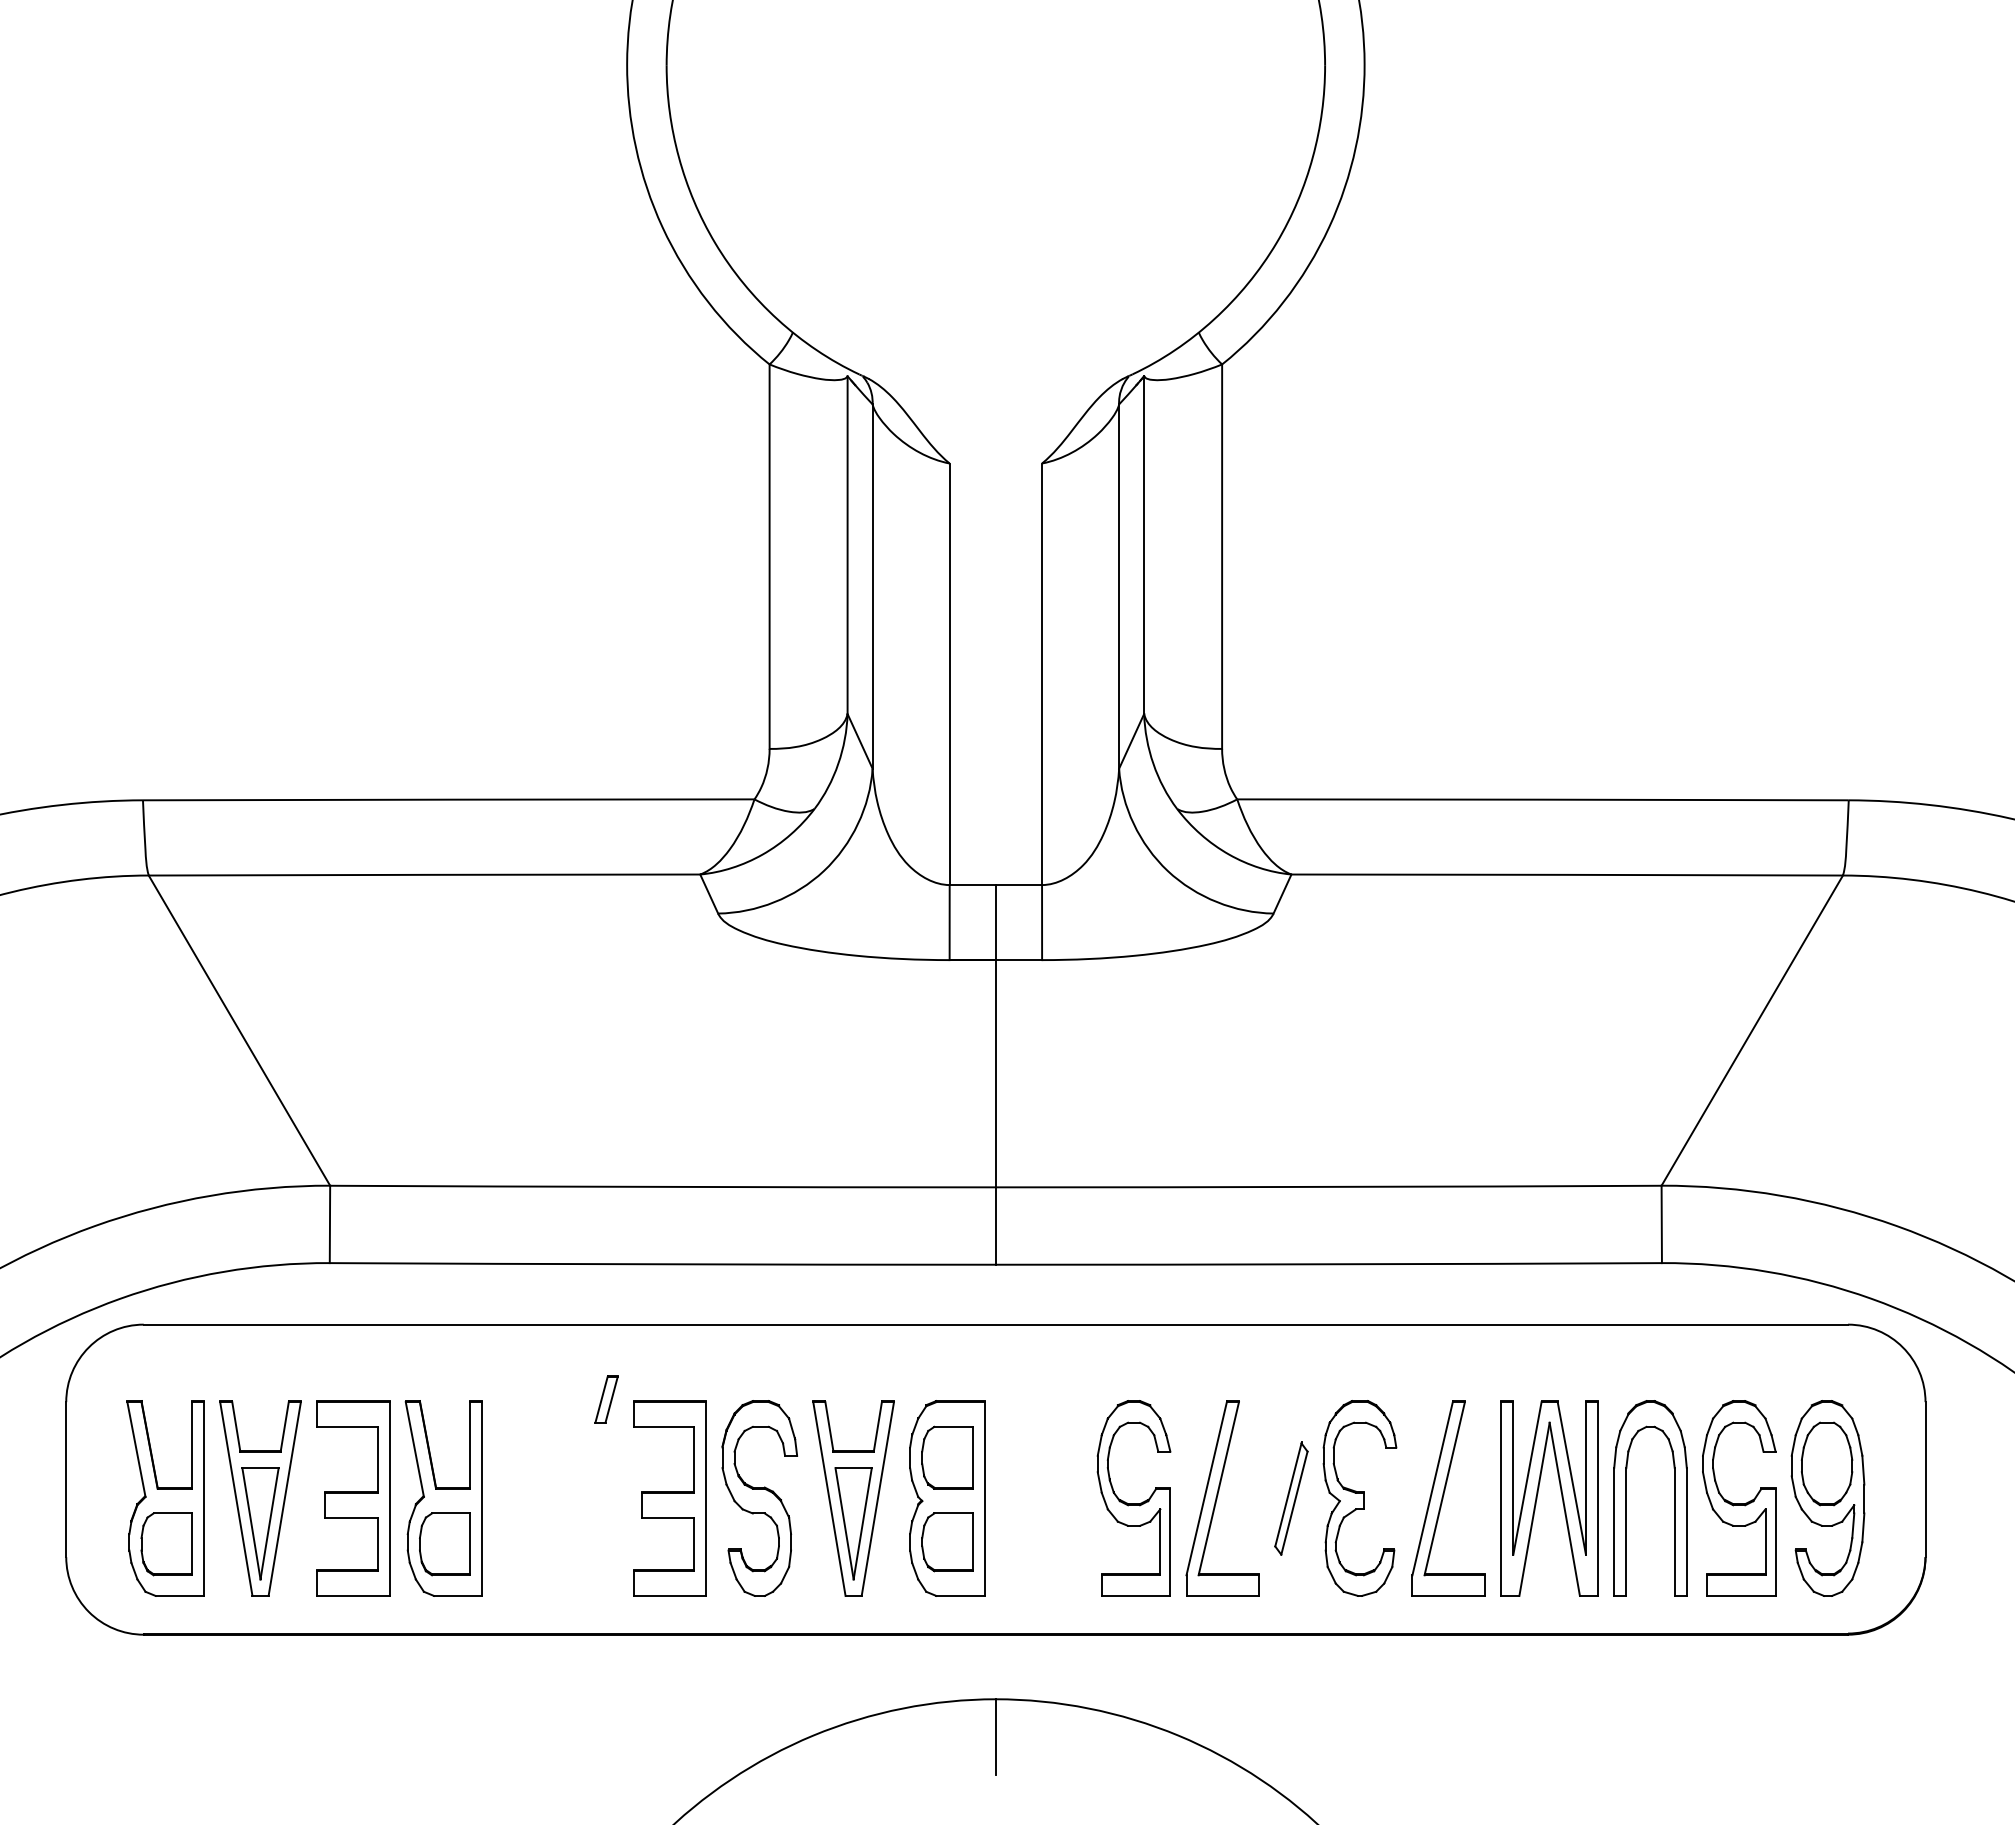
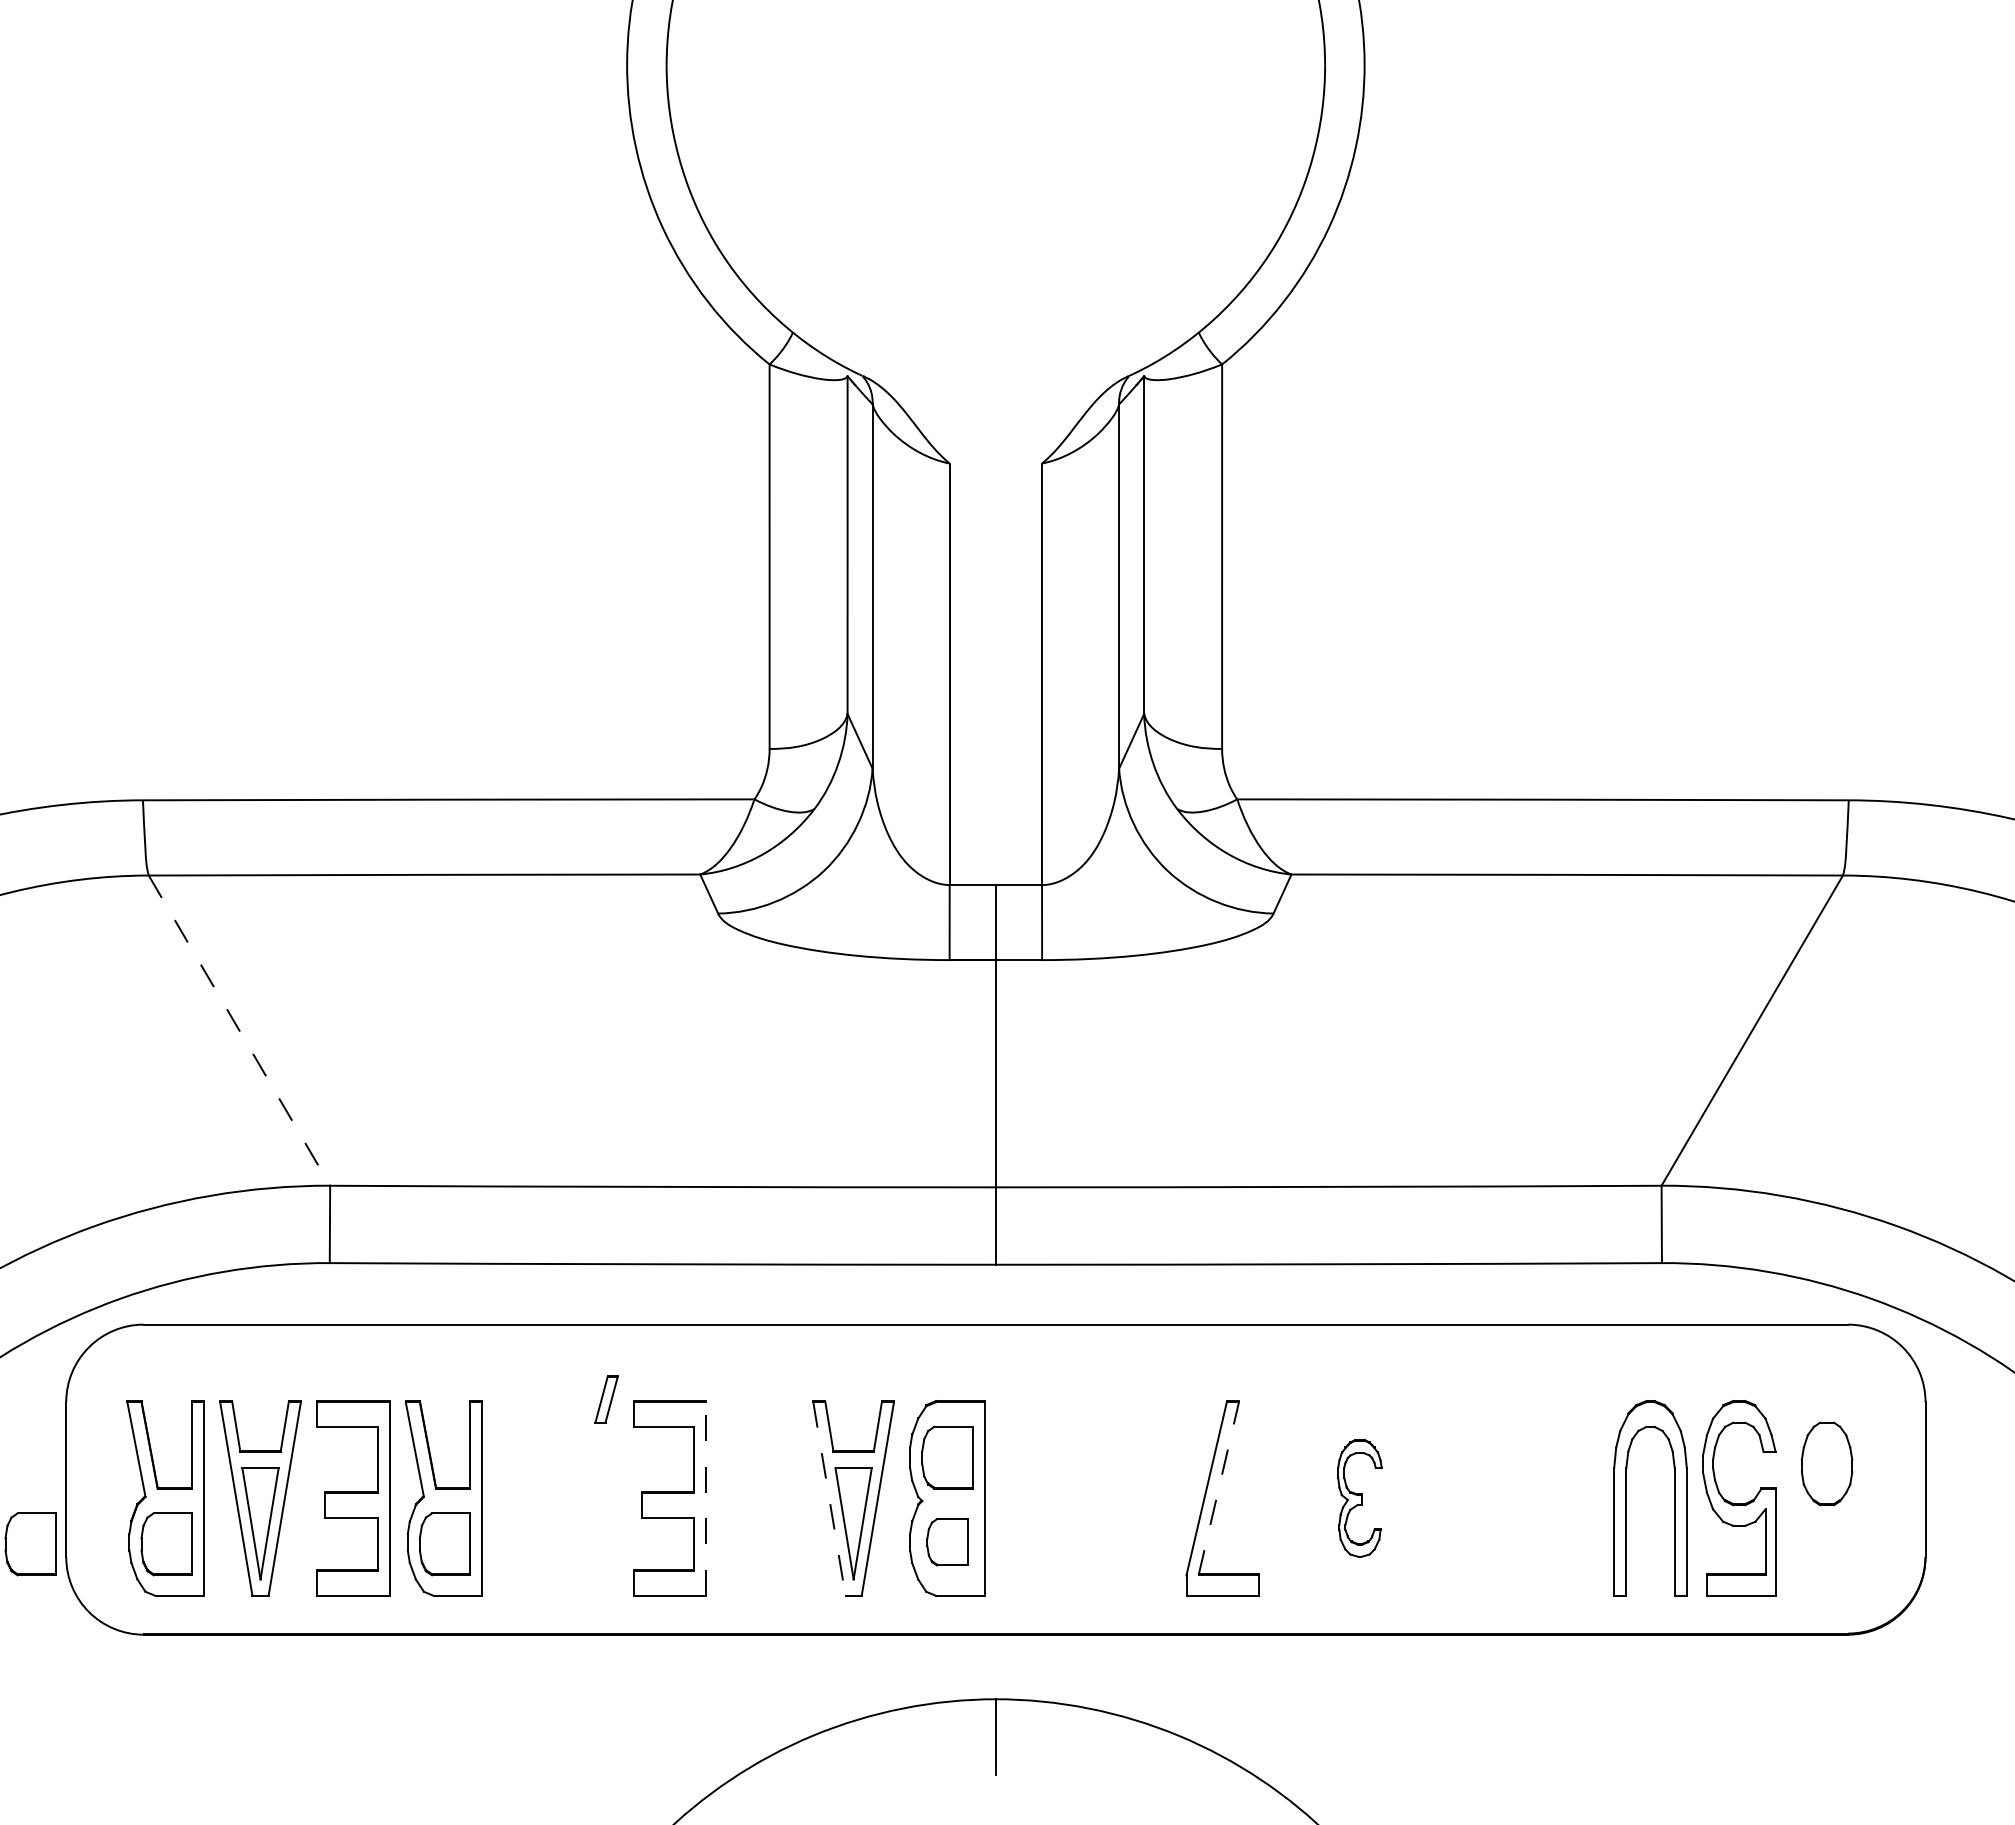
line at (239, 1030): solid -> dashed
line at (1218, 1488): solid -> dashed
part at (759, 1498): present -> none
part at (1133, 1498): present -> none
part at (1291, 1498): present -> none
part at (1359, 1498) size: 76x197 px -> 46x119 px
part at (1448, 1498): present -> none
part at (1537, 1498): present -> none
part at (1827, 1498): present -> none
line at (706, 1499): solid -> dashed
line at (829, 1499): solid -> dashed
part at (947, 1542) size: 53x61 px -> 43x49 px
part at (30, 1544): none -> present
